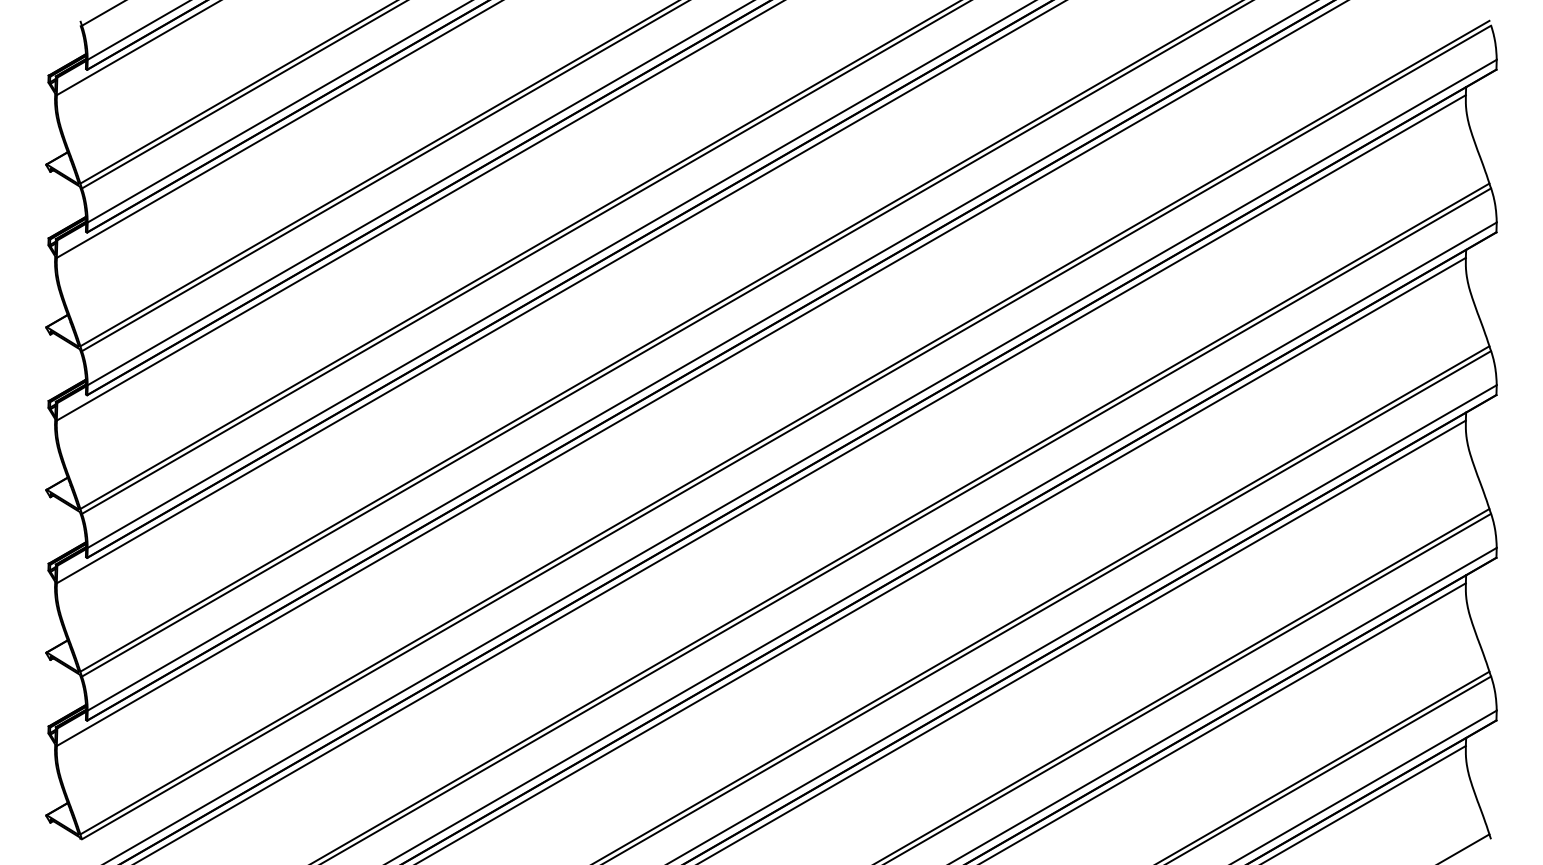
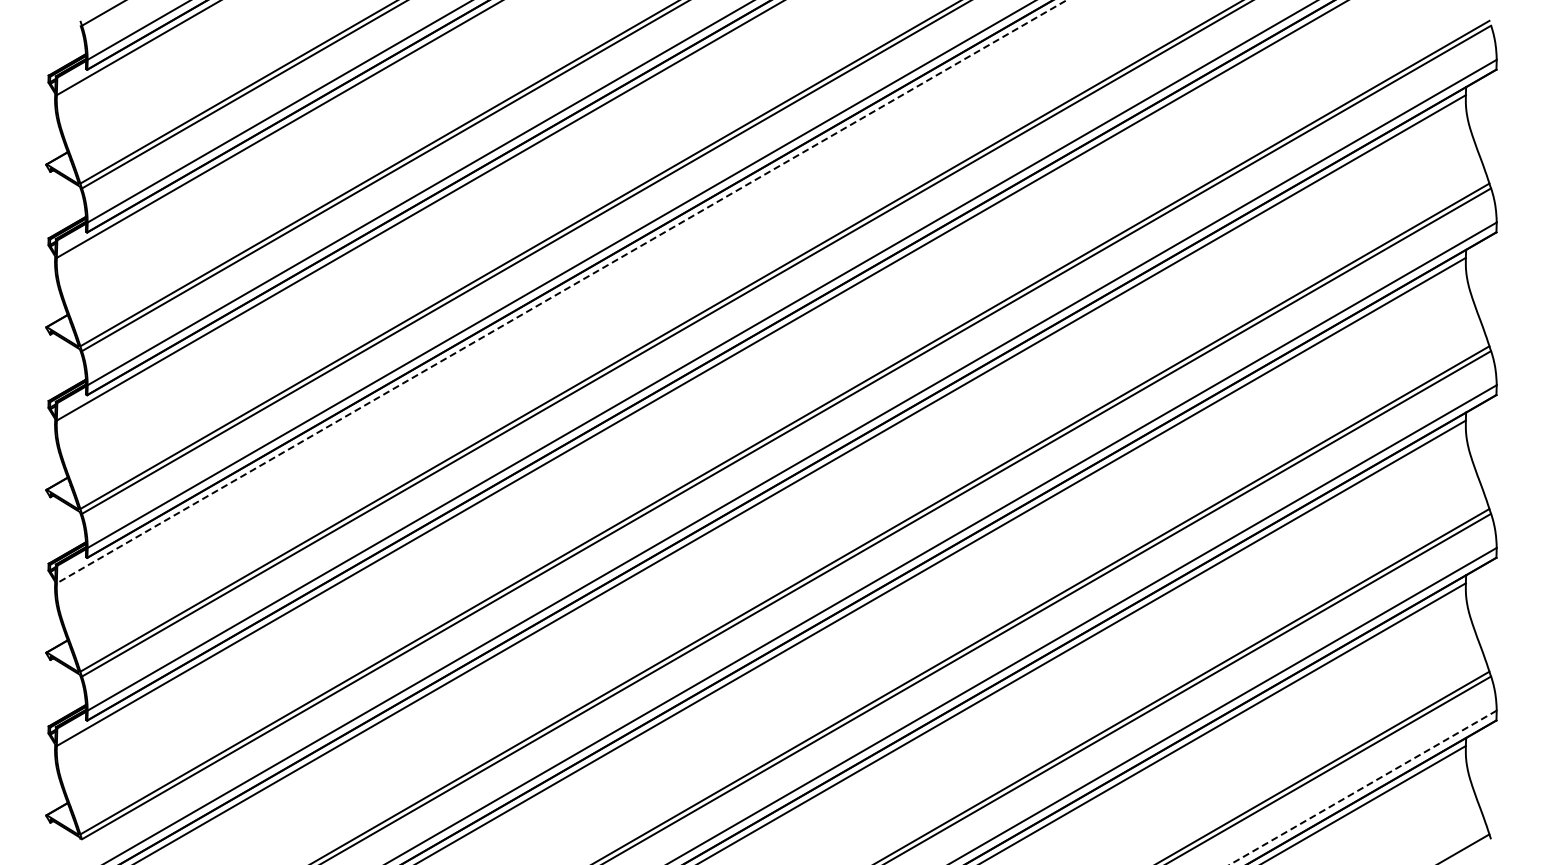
line at (561, 291): solid -> dashed
line at (1363, 787): solid -> dashed
